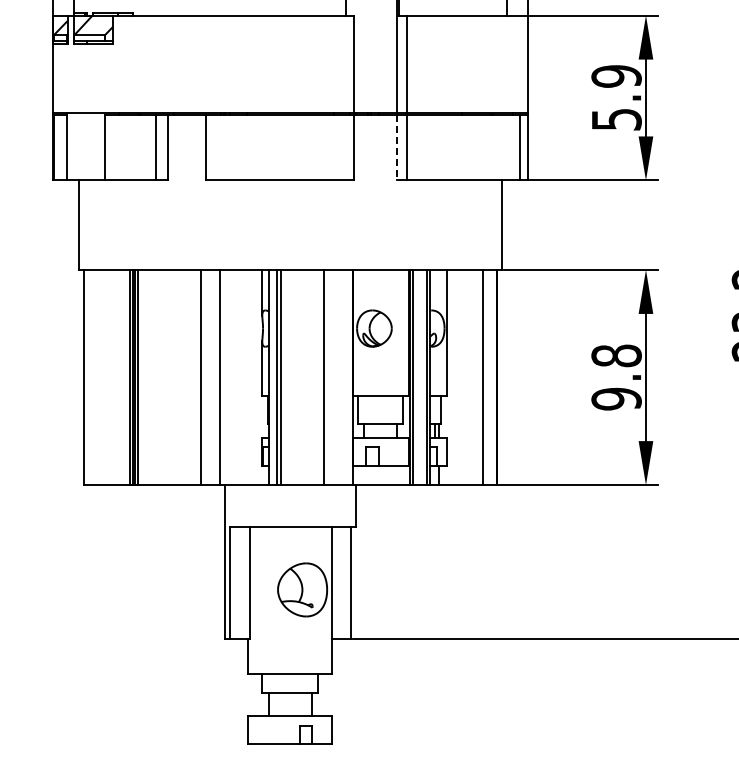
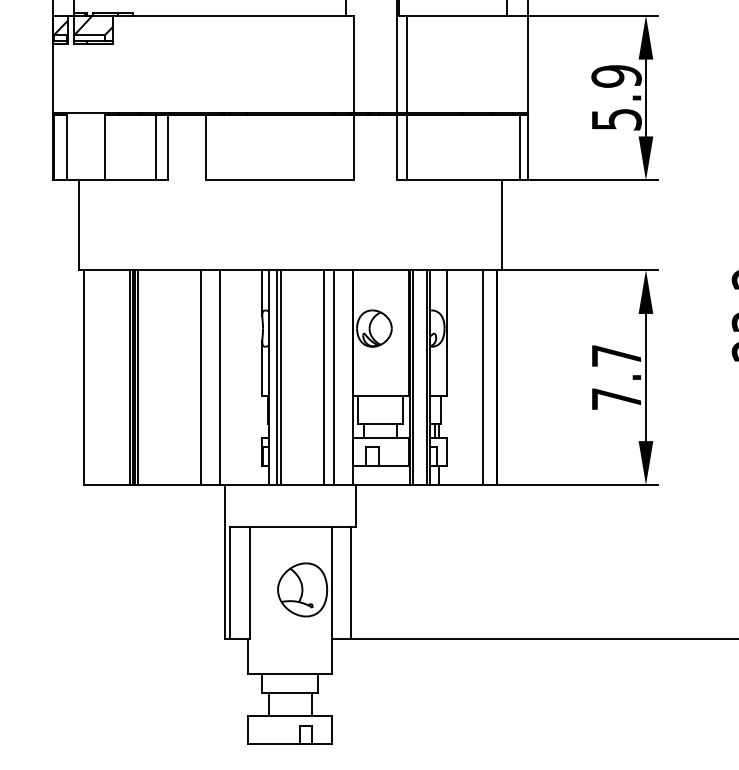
line at (396, 147): dashed -> solid
line at (334, 377): none -> present
text at (616, 377): 9.8 -> 7.7
